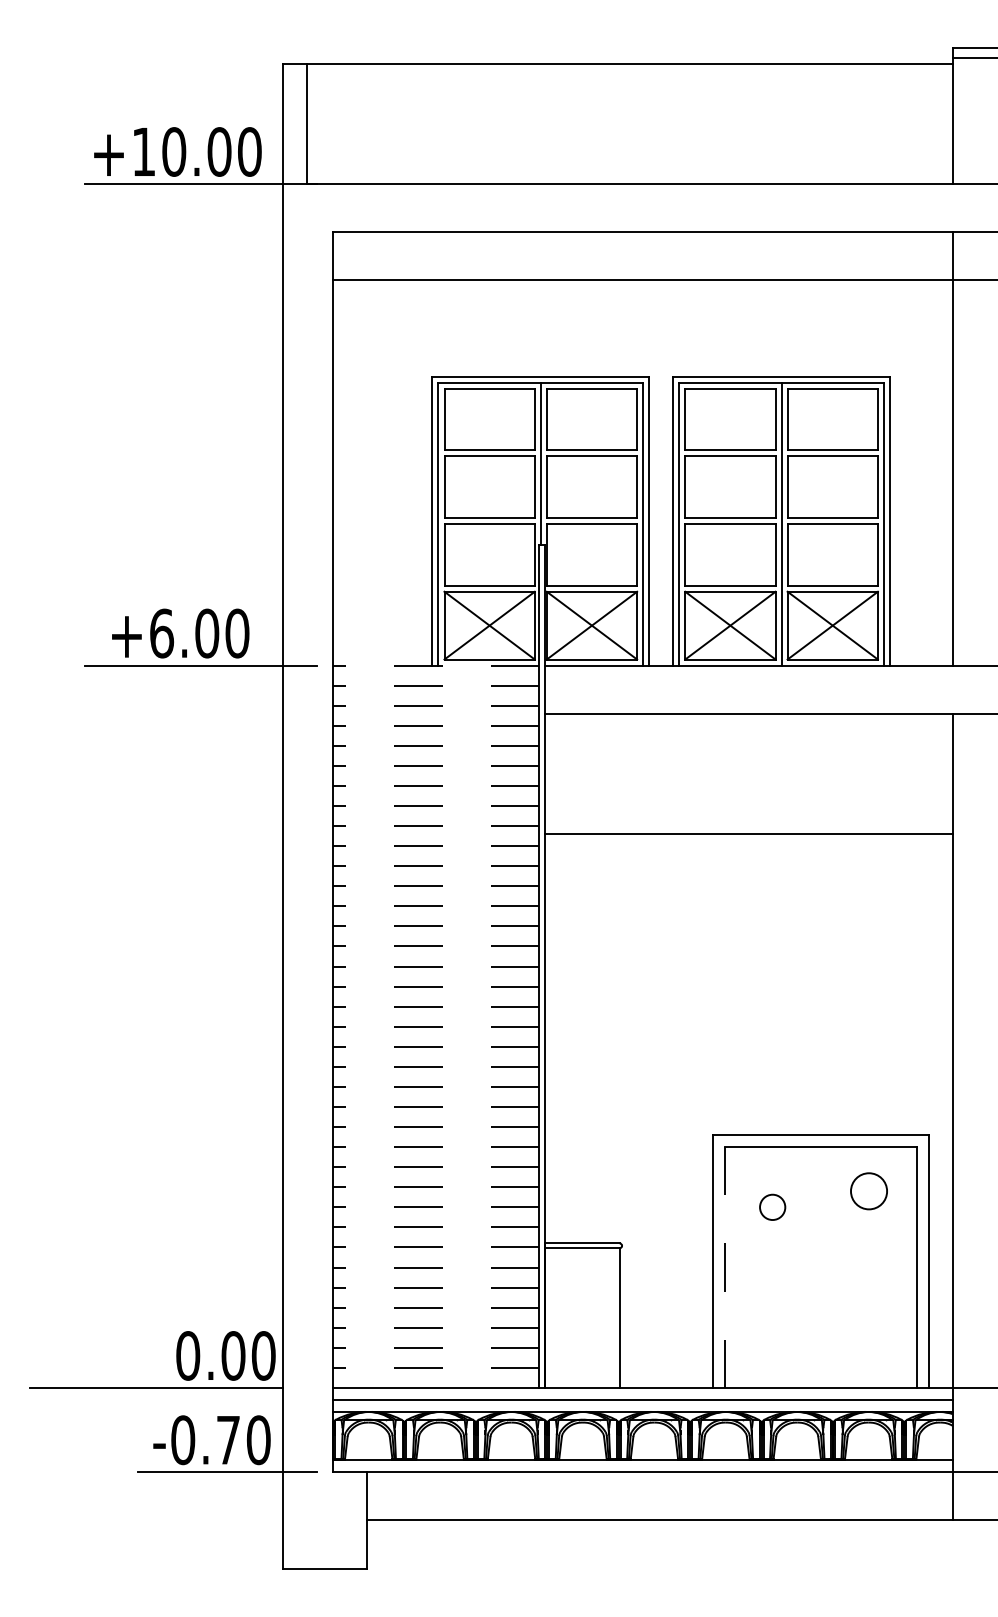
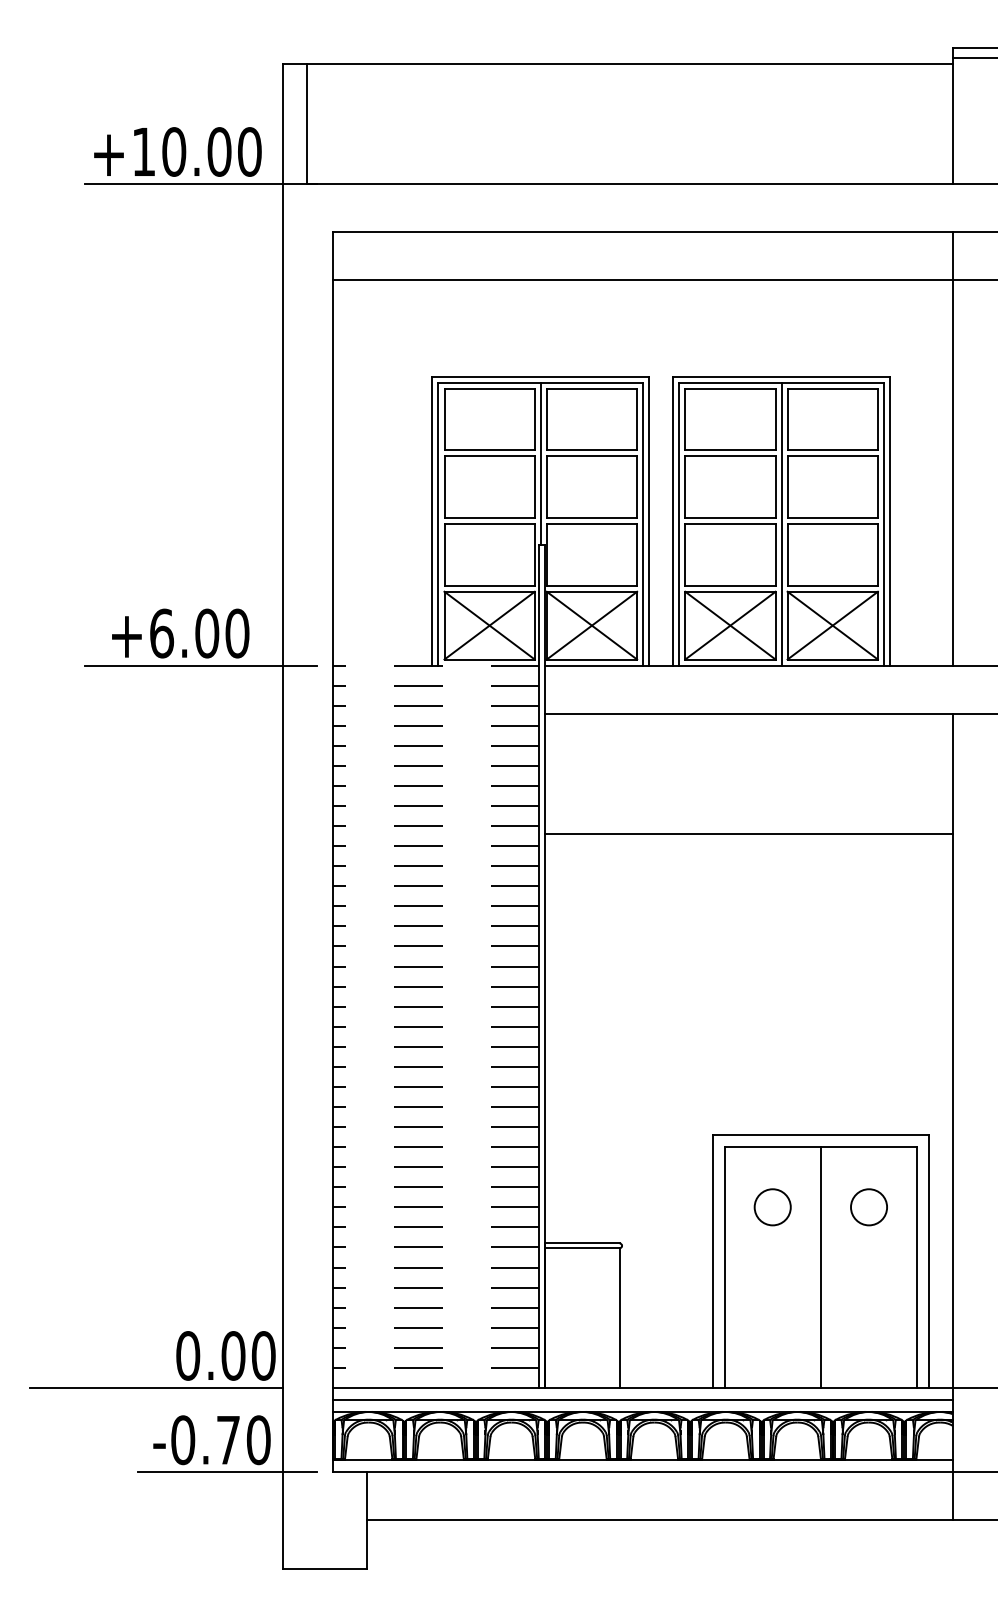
circle at (868, 1191) position: (868, 1191) -> (868, 1207)
circle at (772, 1206) size: 28x28 px -> 39x39 px
line at (724, 1267): dashed -> solid
line at (820, 1267): none -> present
